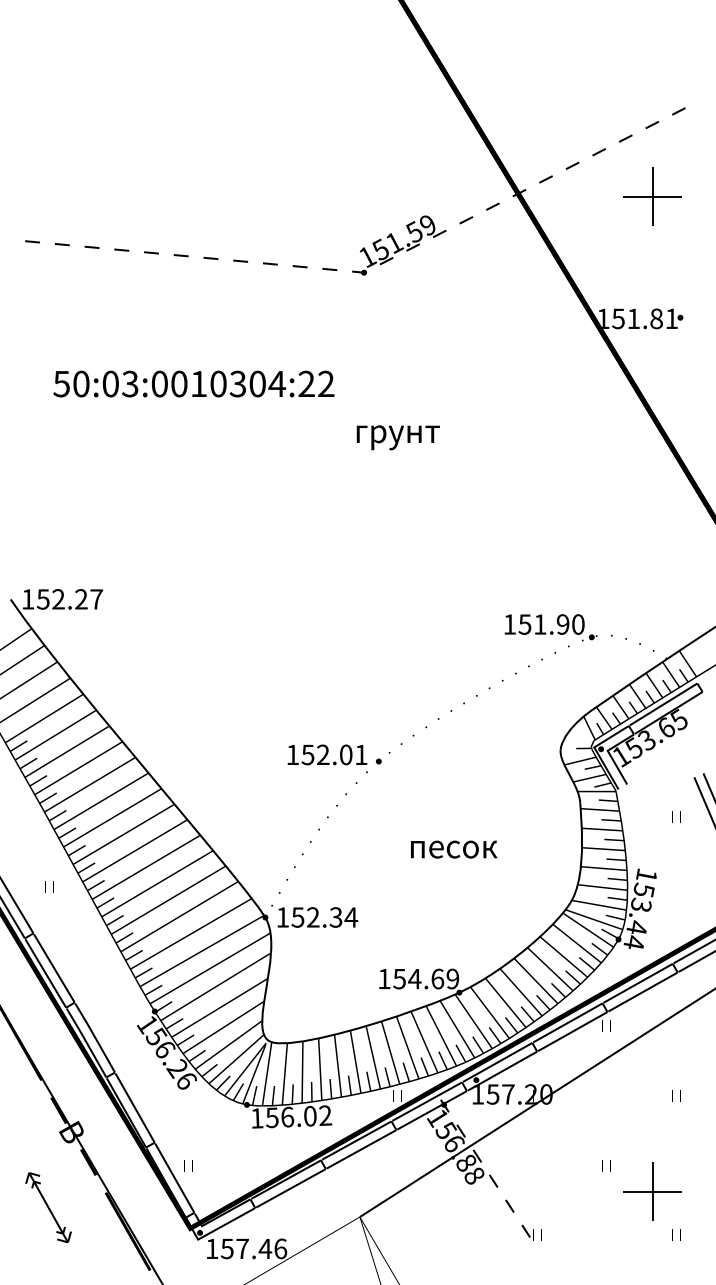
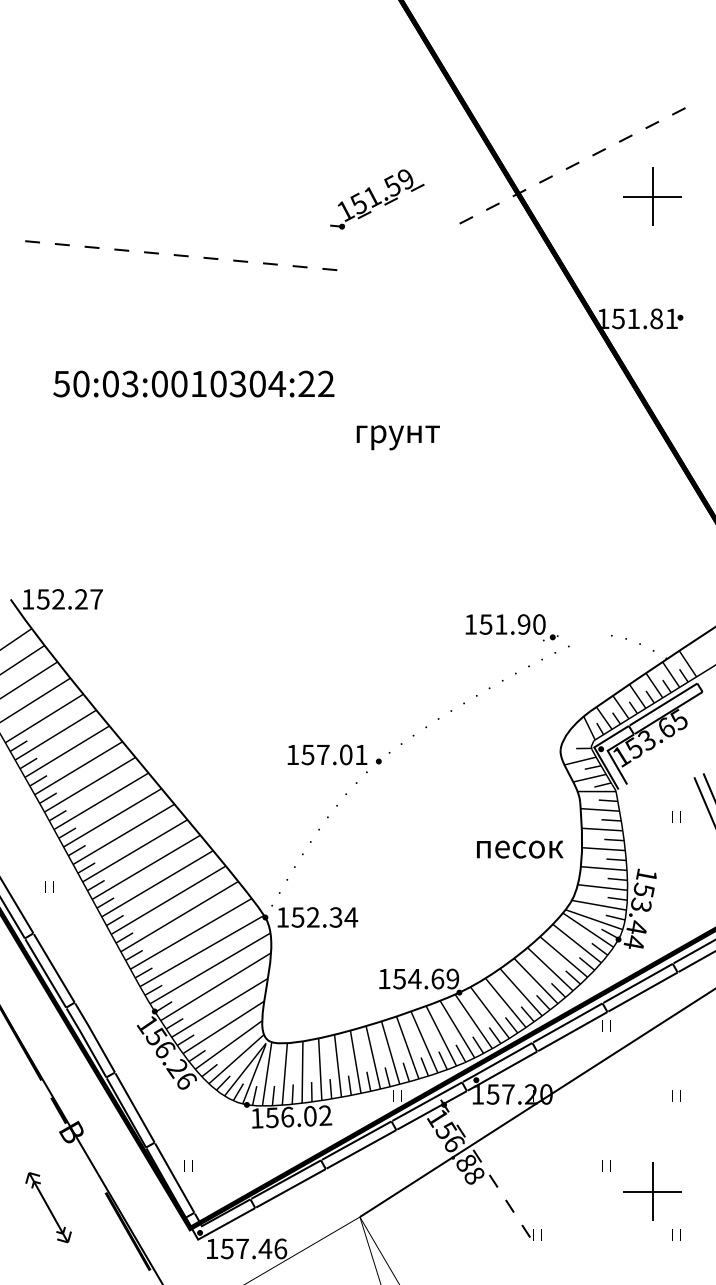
text at (399, 245) position: (399, 245) -> (377, 199)
text at (550, 627) position: (550, 627) -> (511, 627)
text at (323, 754): 152.01 -> 157.01
text at (454, 849) position: (454, 849) -> (520, 849)
fill at (88, 1162): present -> none
